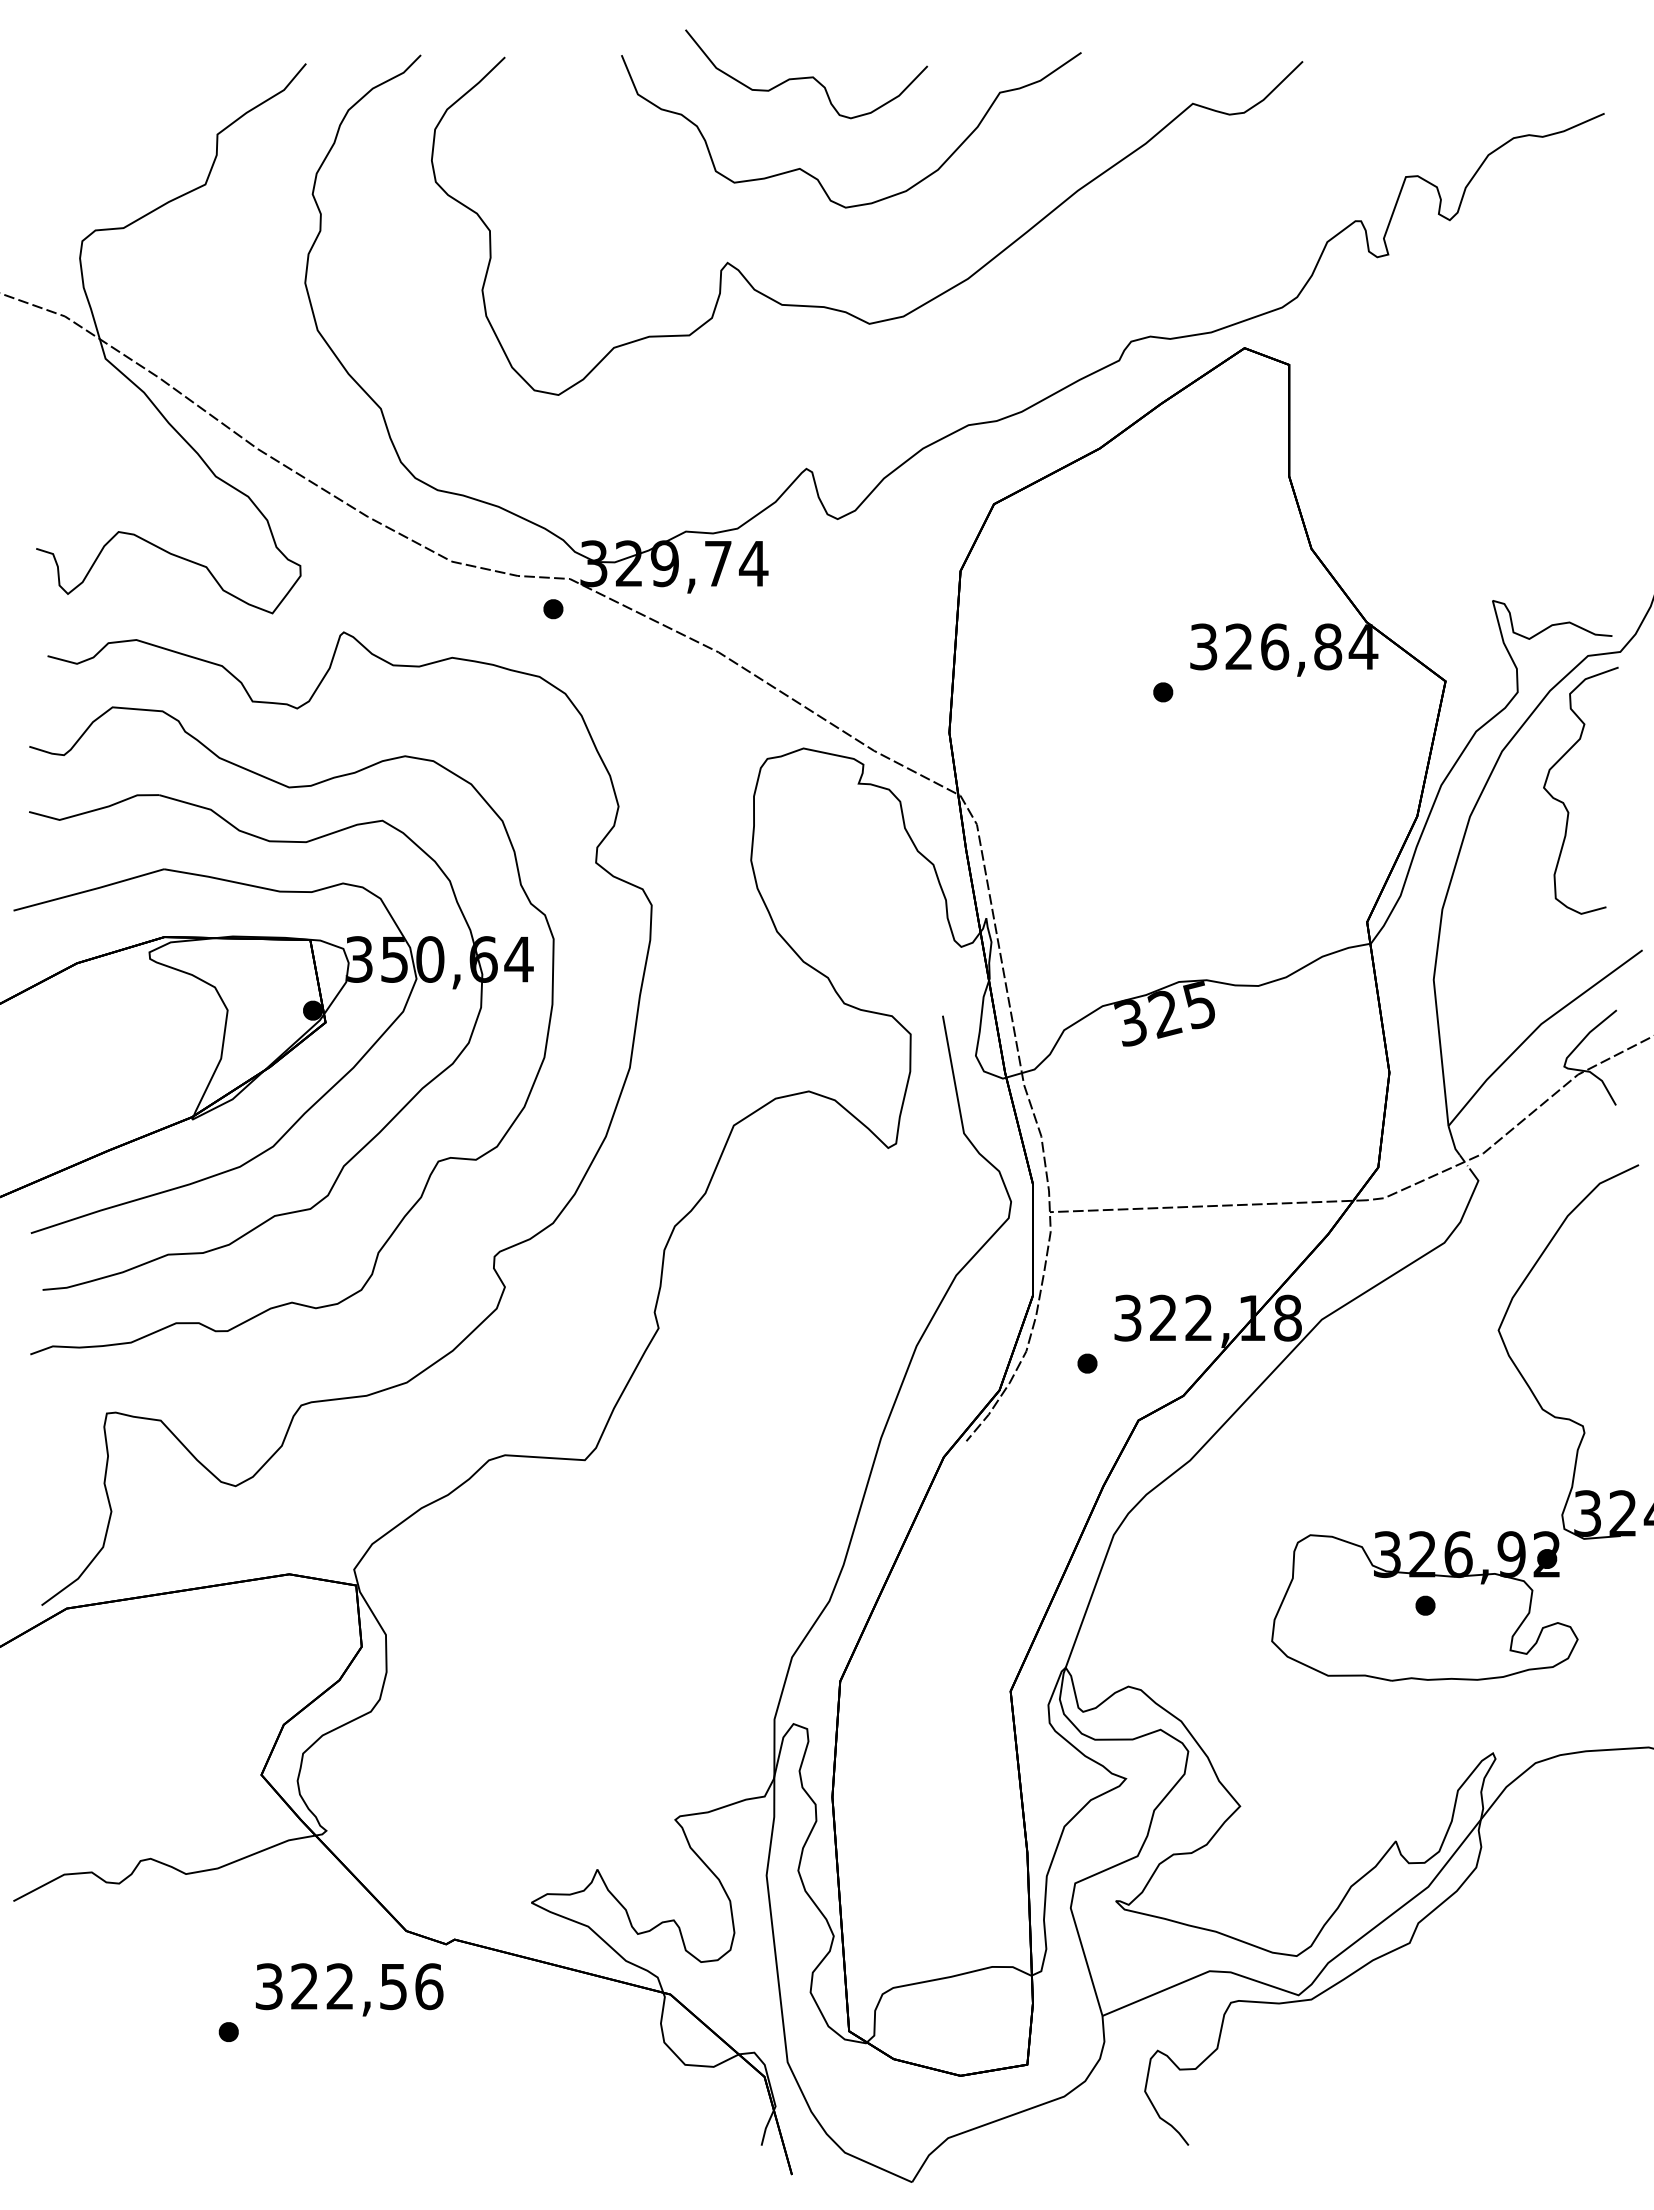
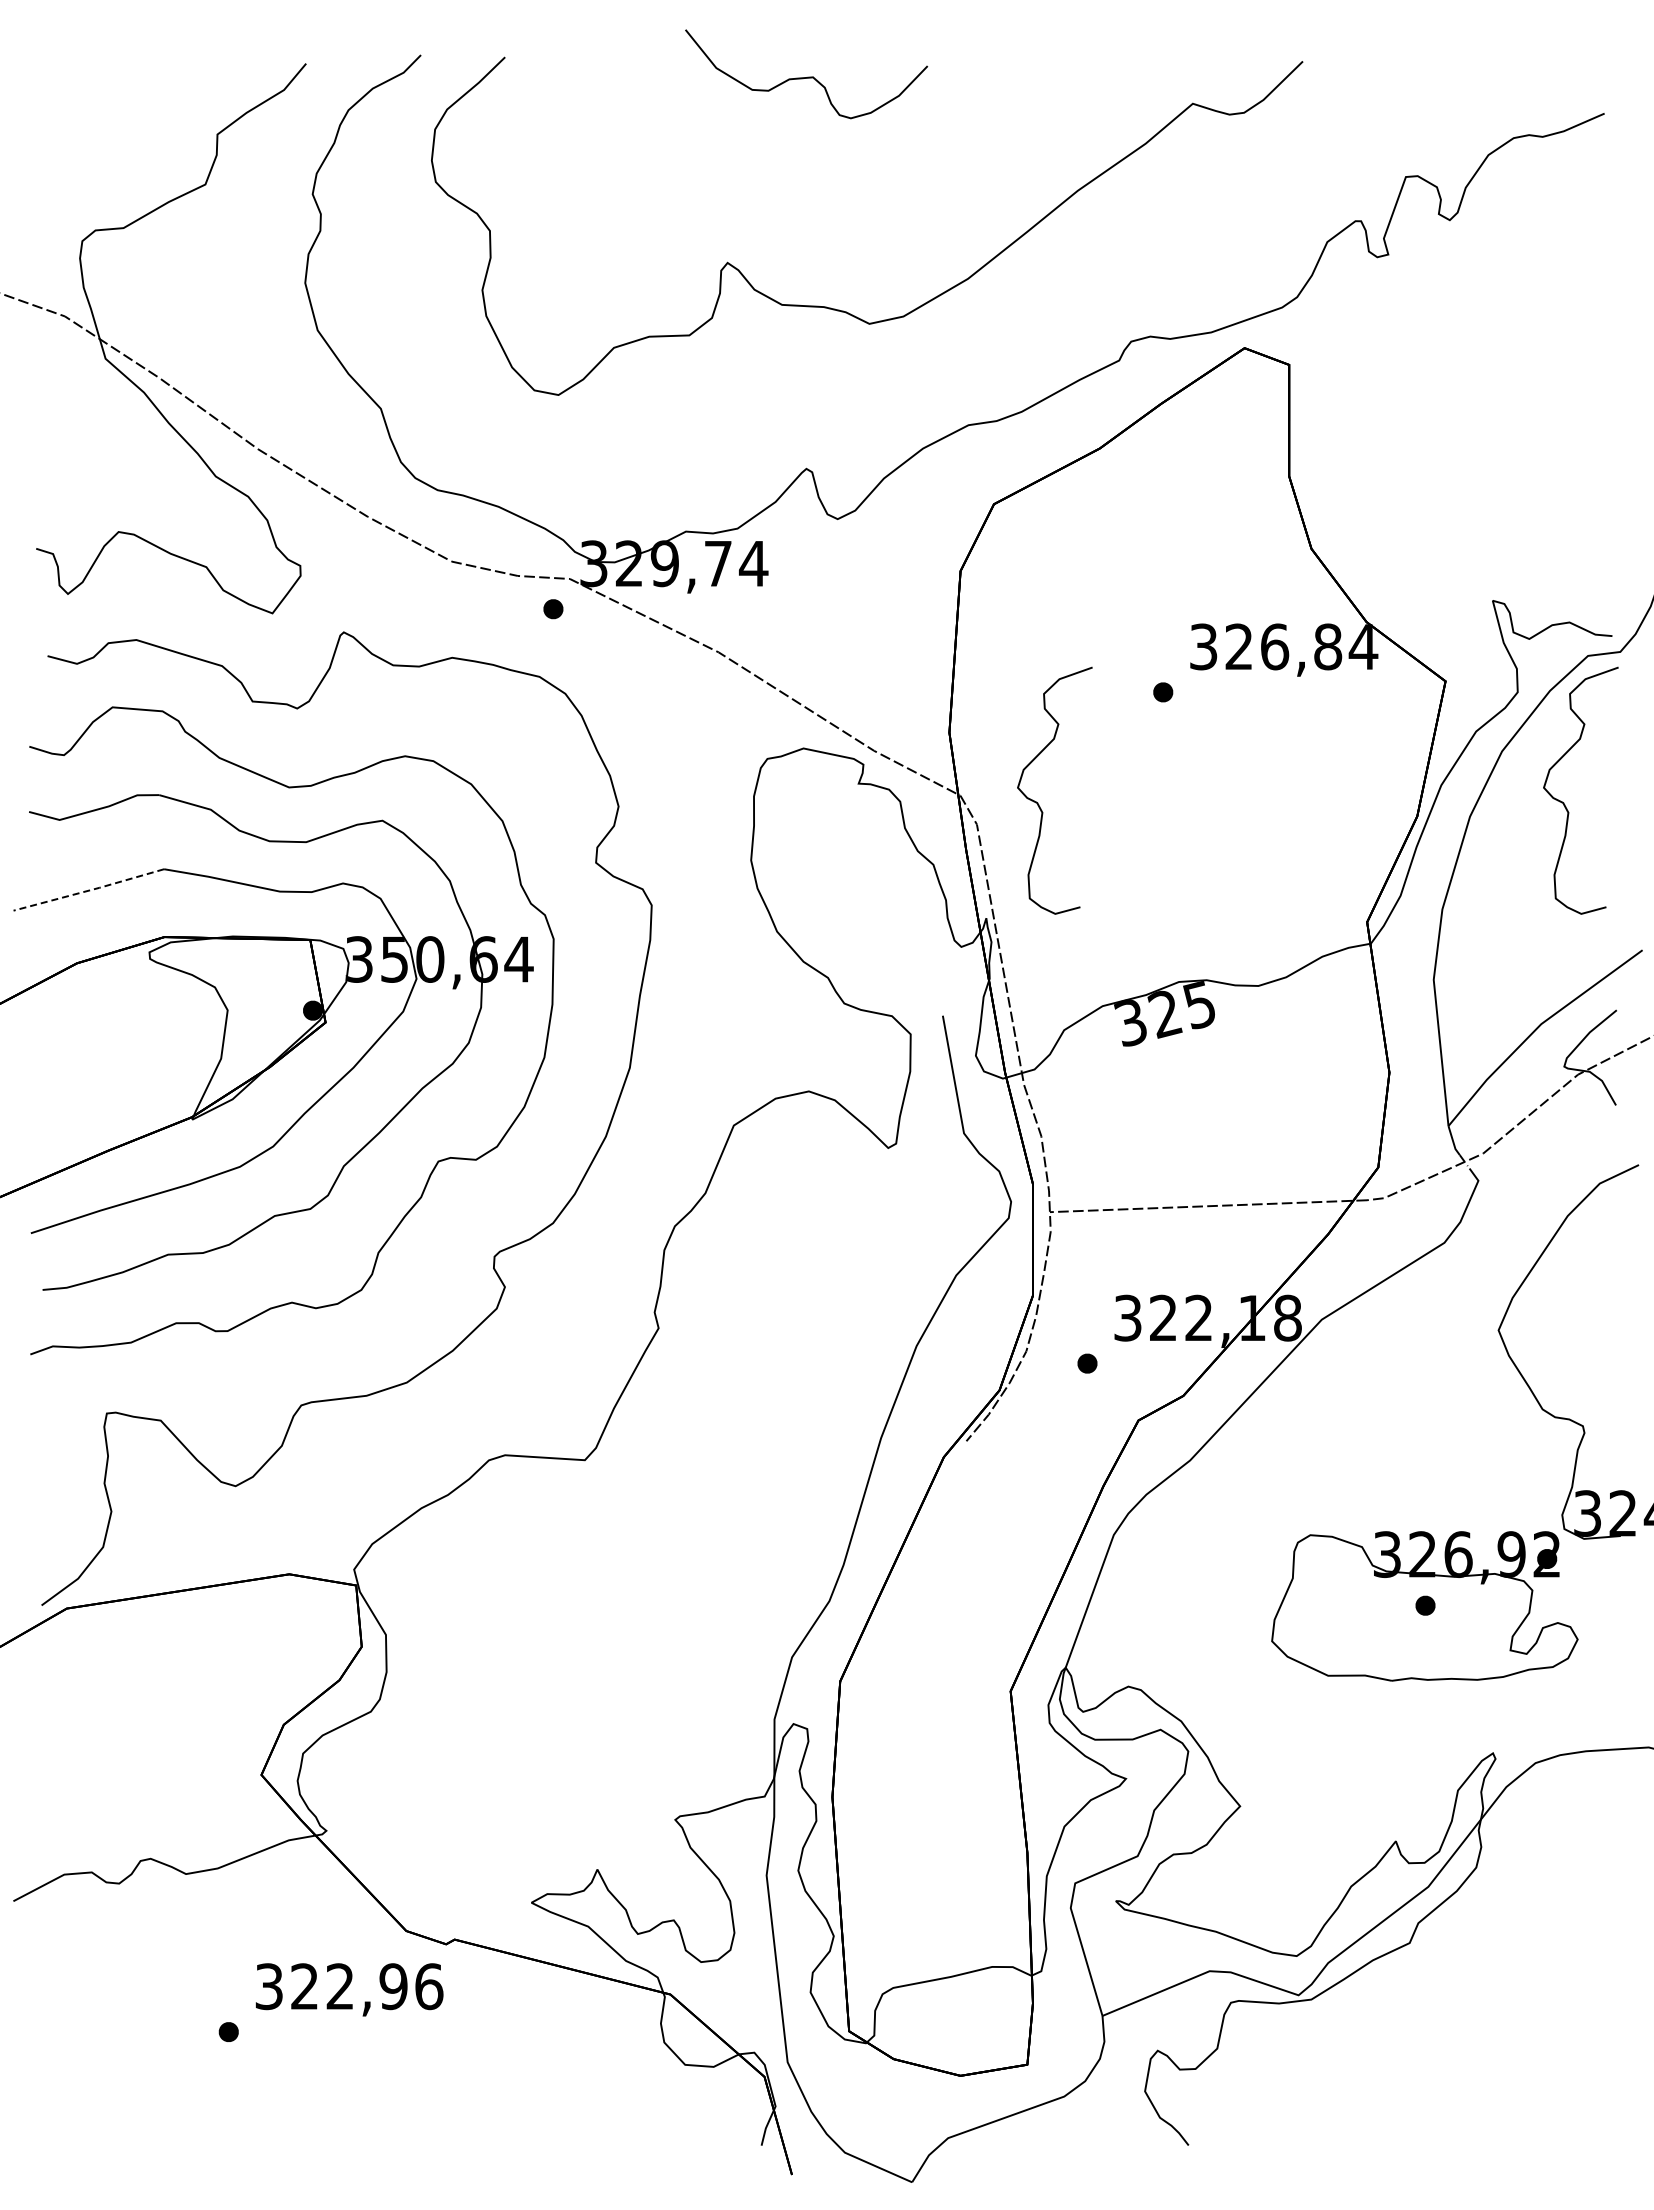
curve at (816, 177): present -> none
curve at (1038, 802): none -> present
line at (89, 890): solid -> dashed
text at (393, 1986): 322,56 -> 322,96
